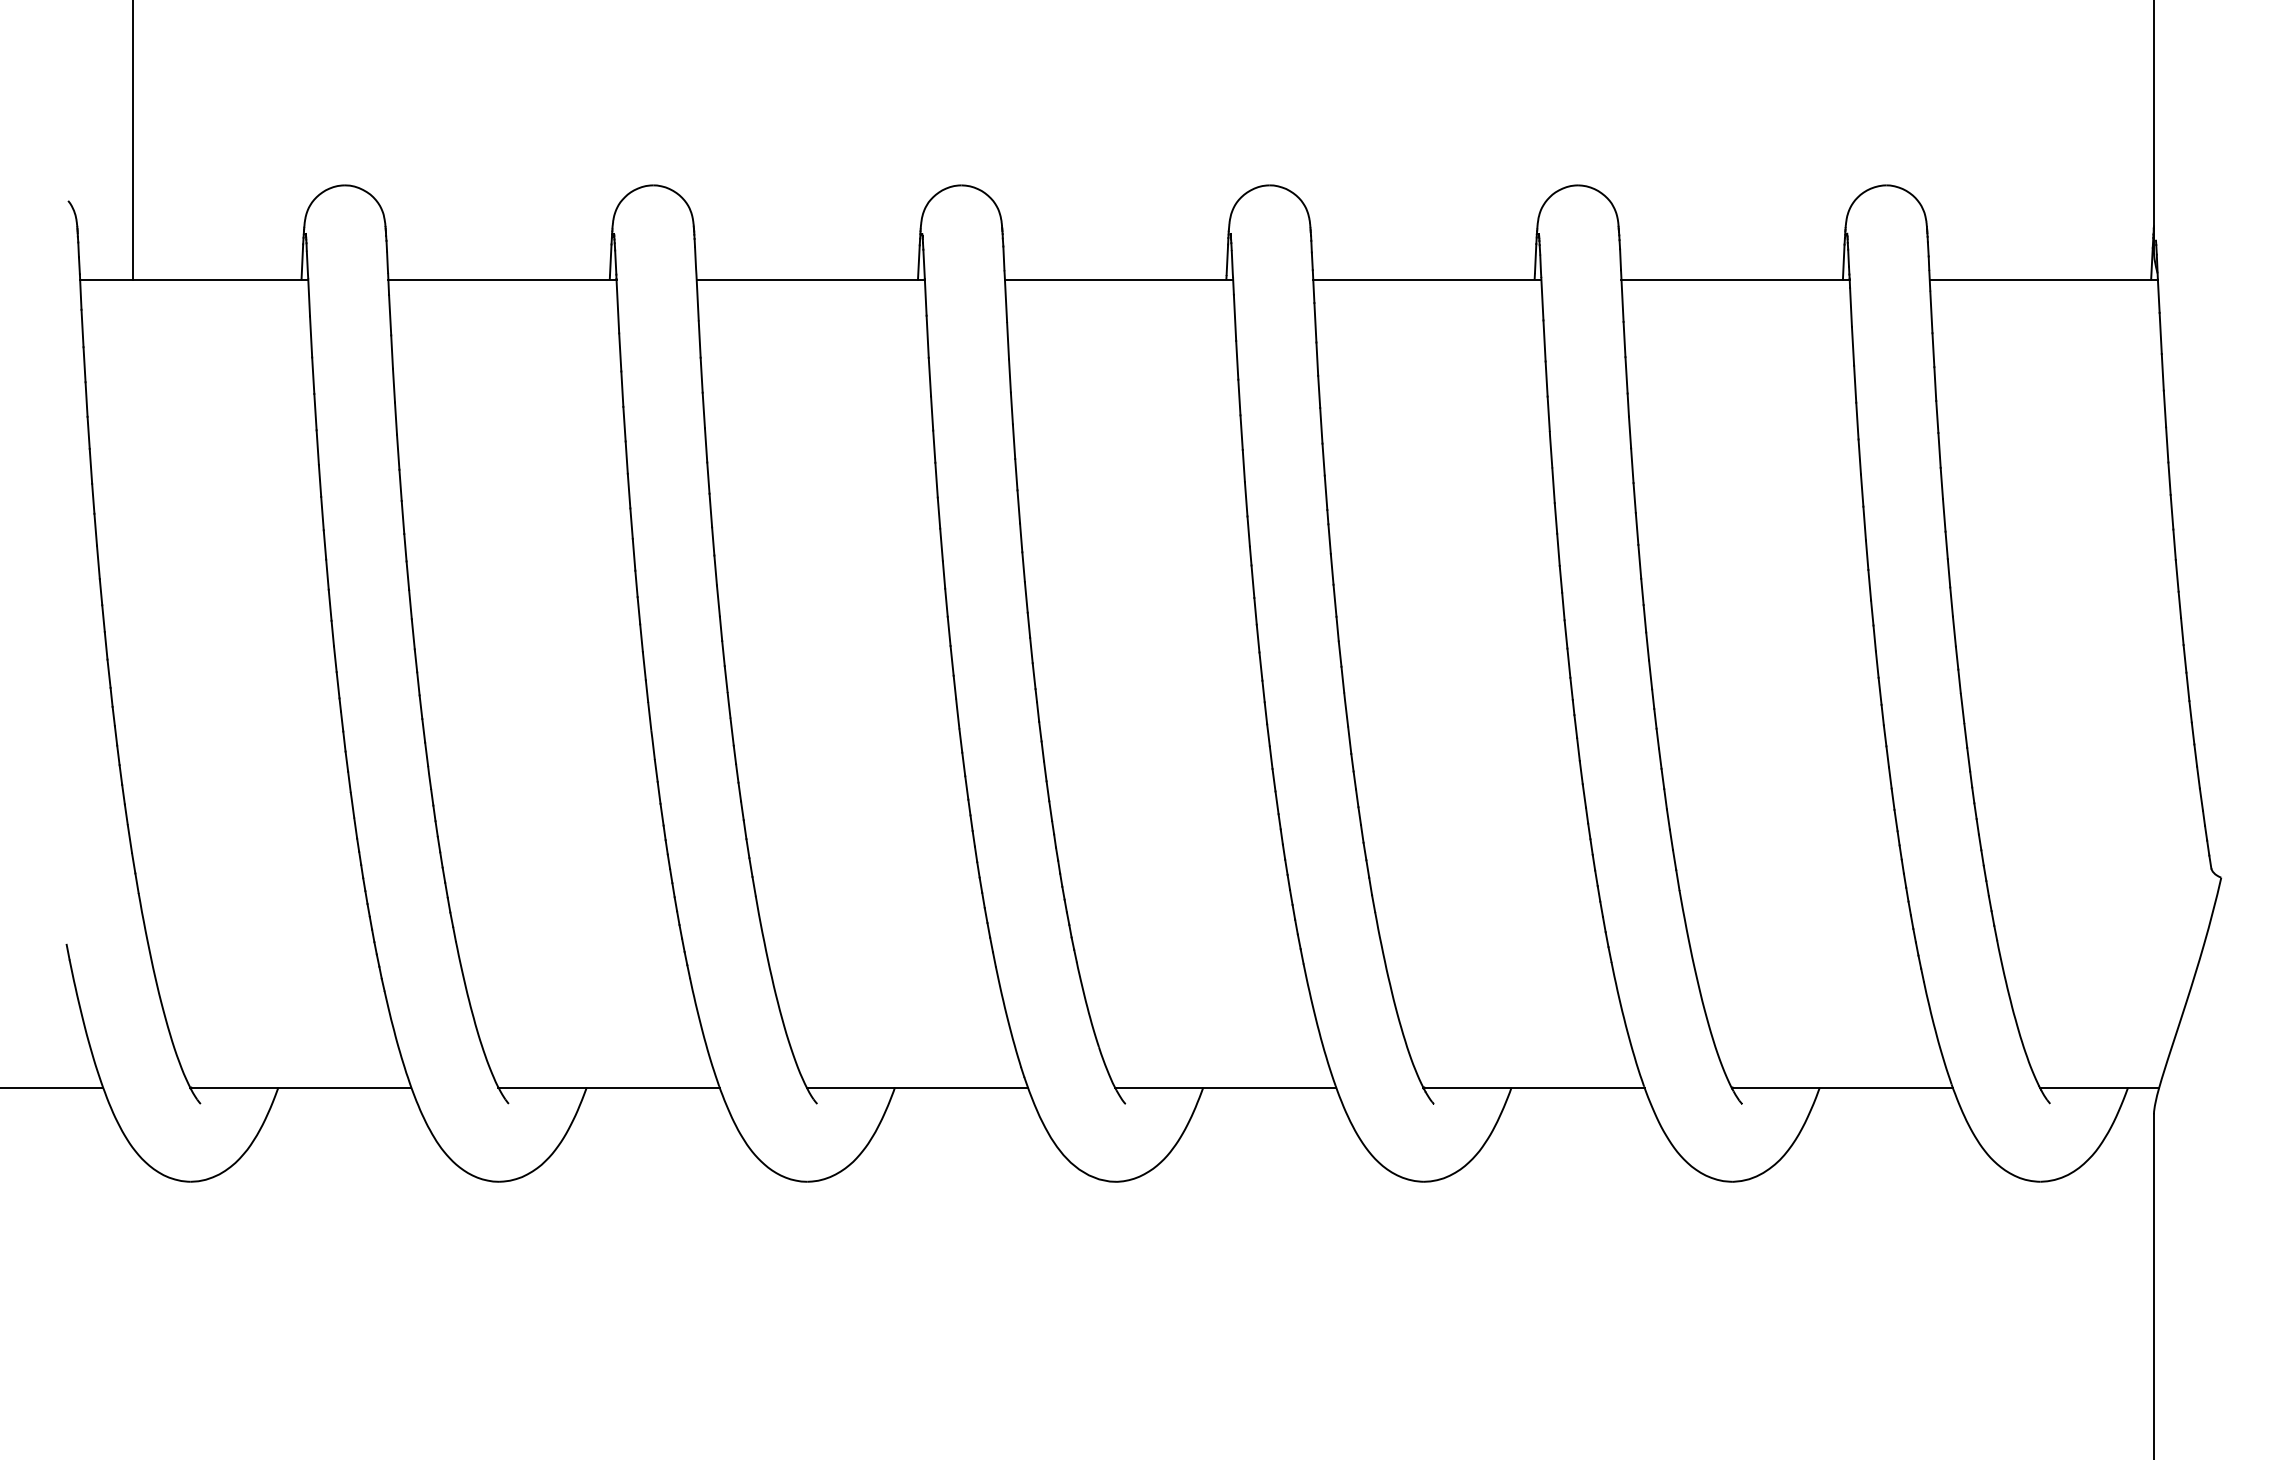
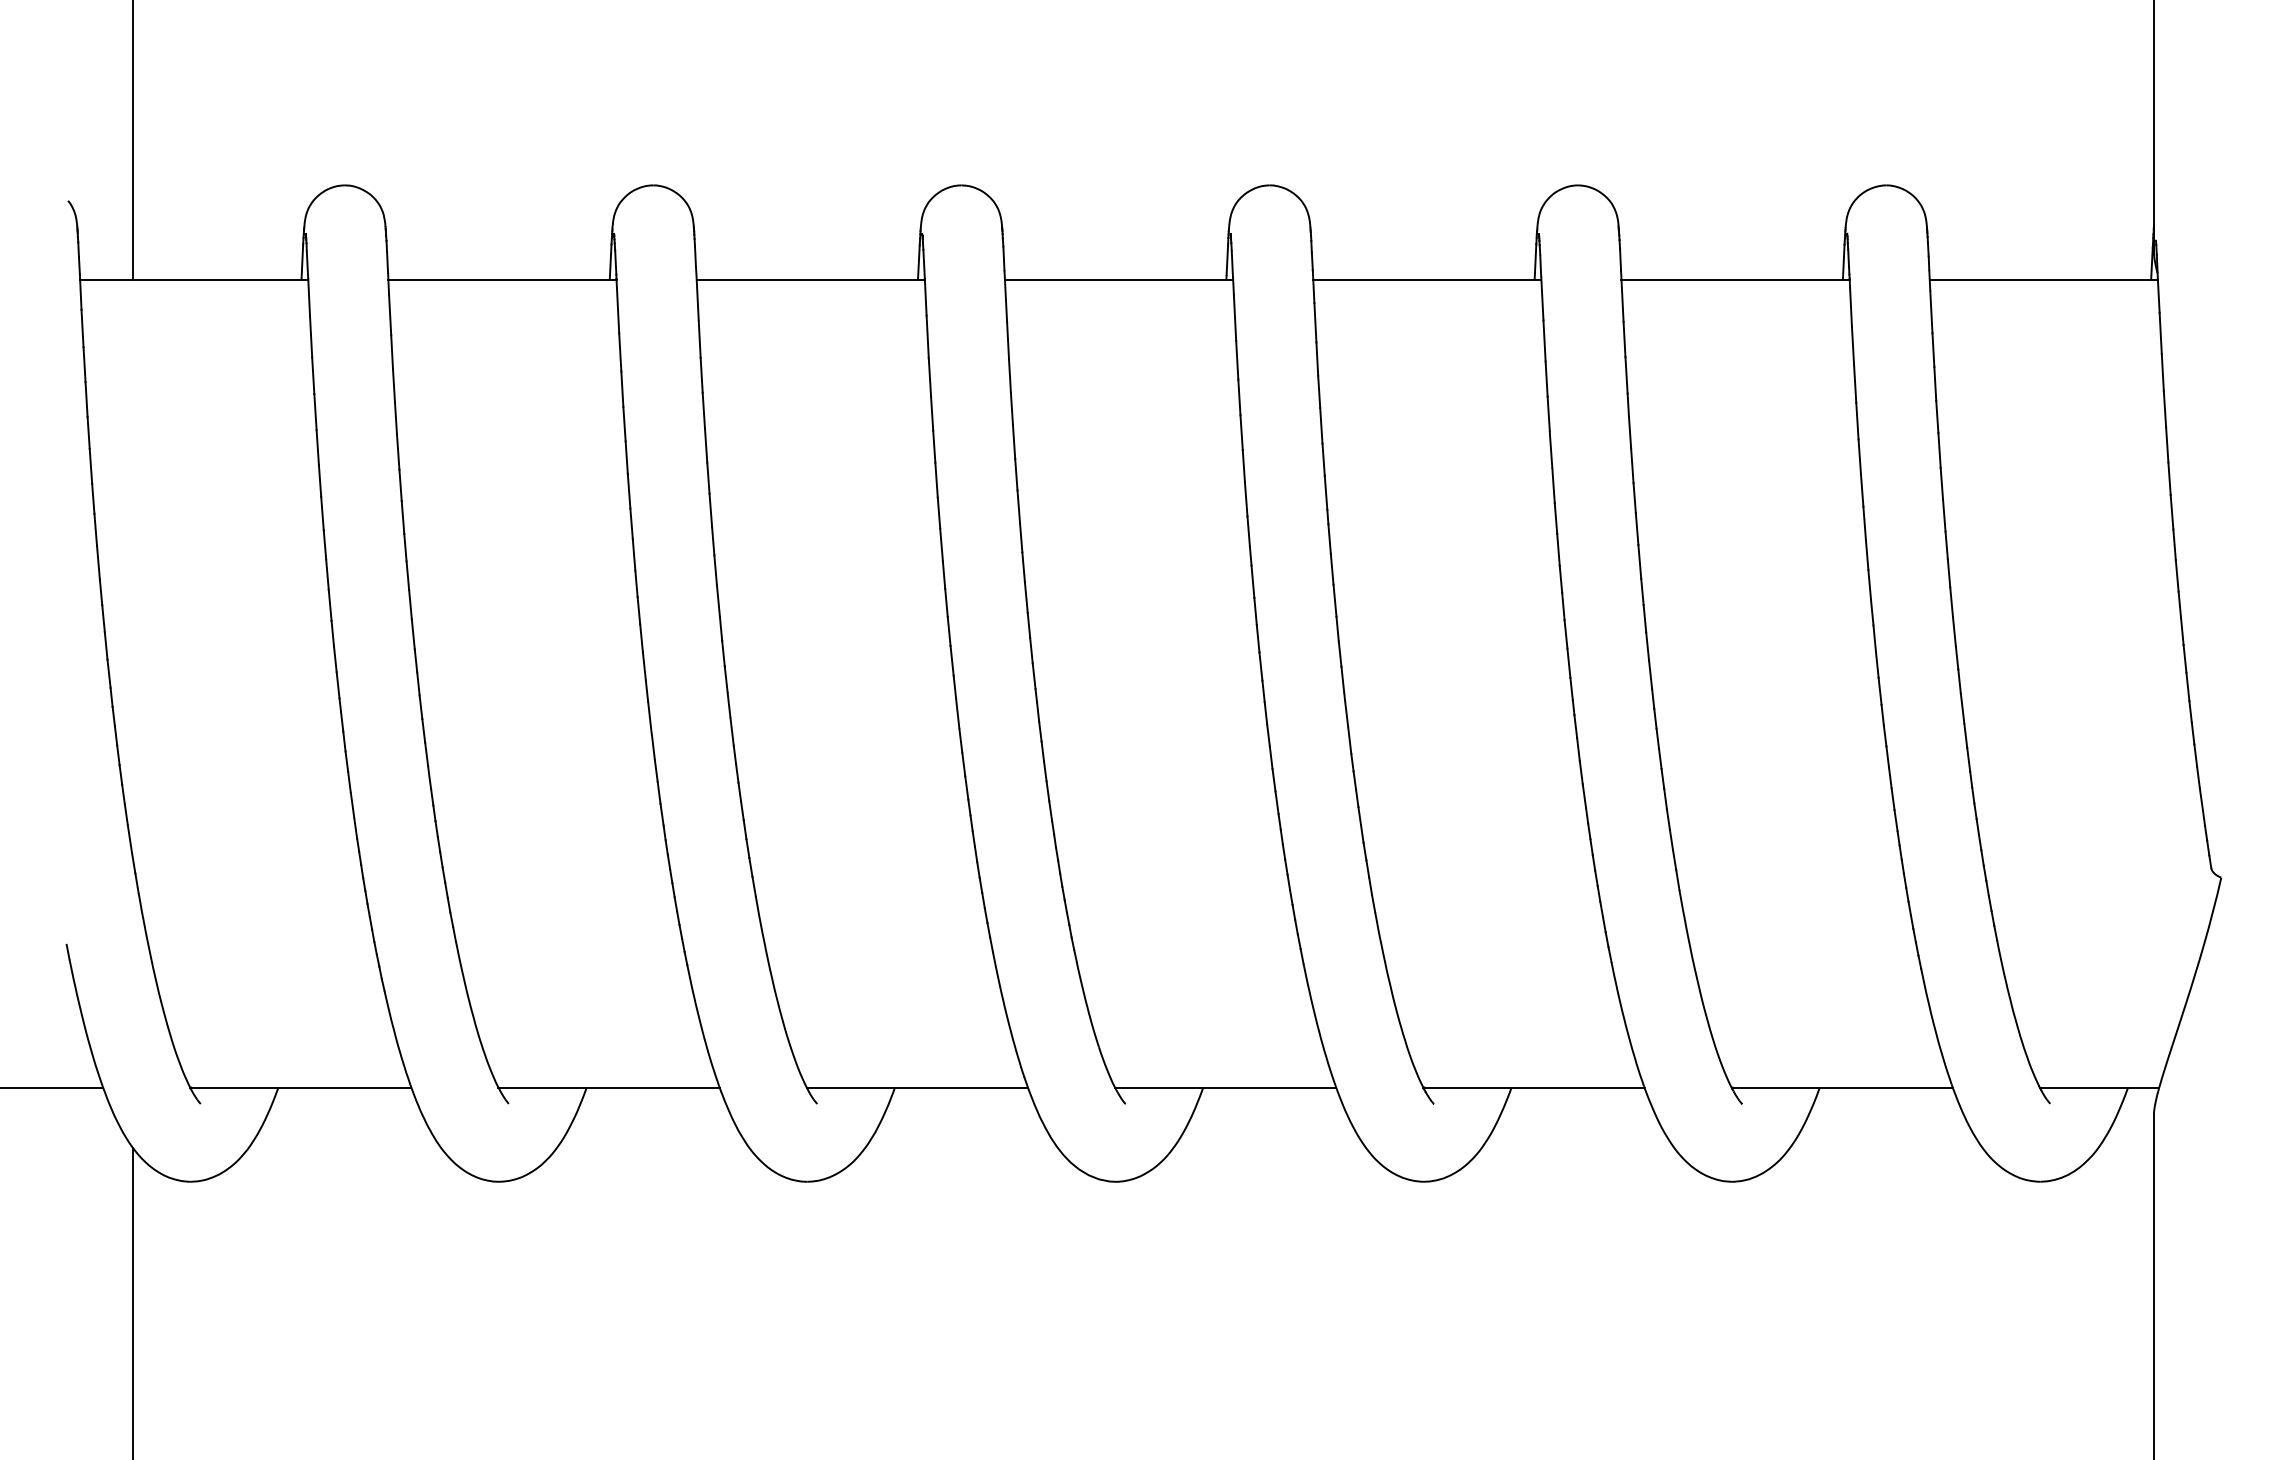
line at (133, 1302): none -> present
